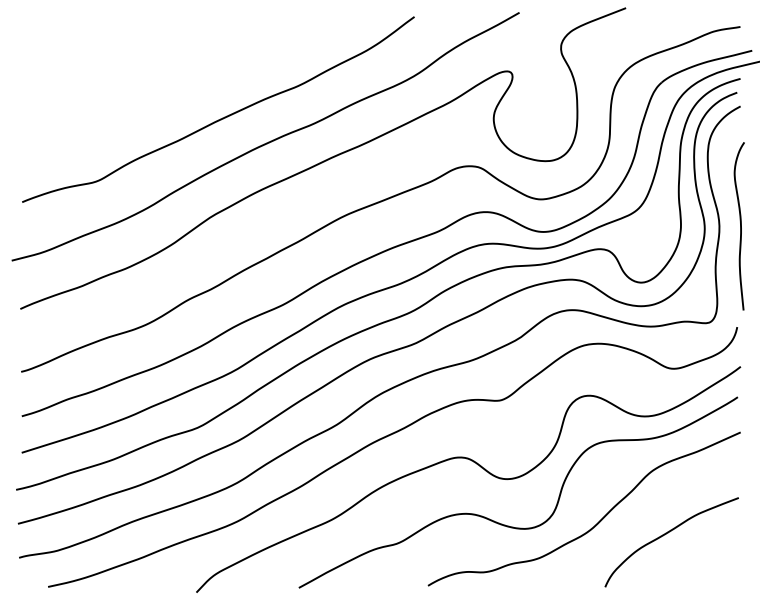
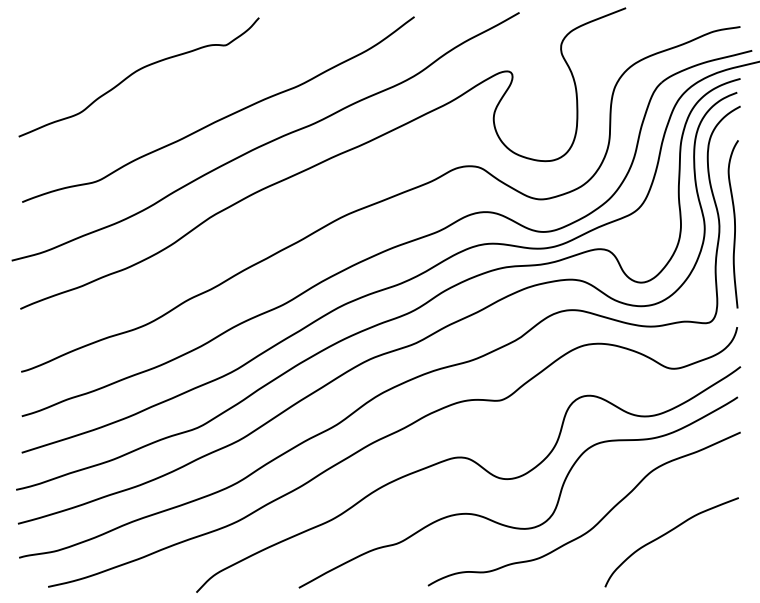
curve at (136, 72): none -> present
curve at (740, 226) position: (740, 226) -> (734, 224)
